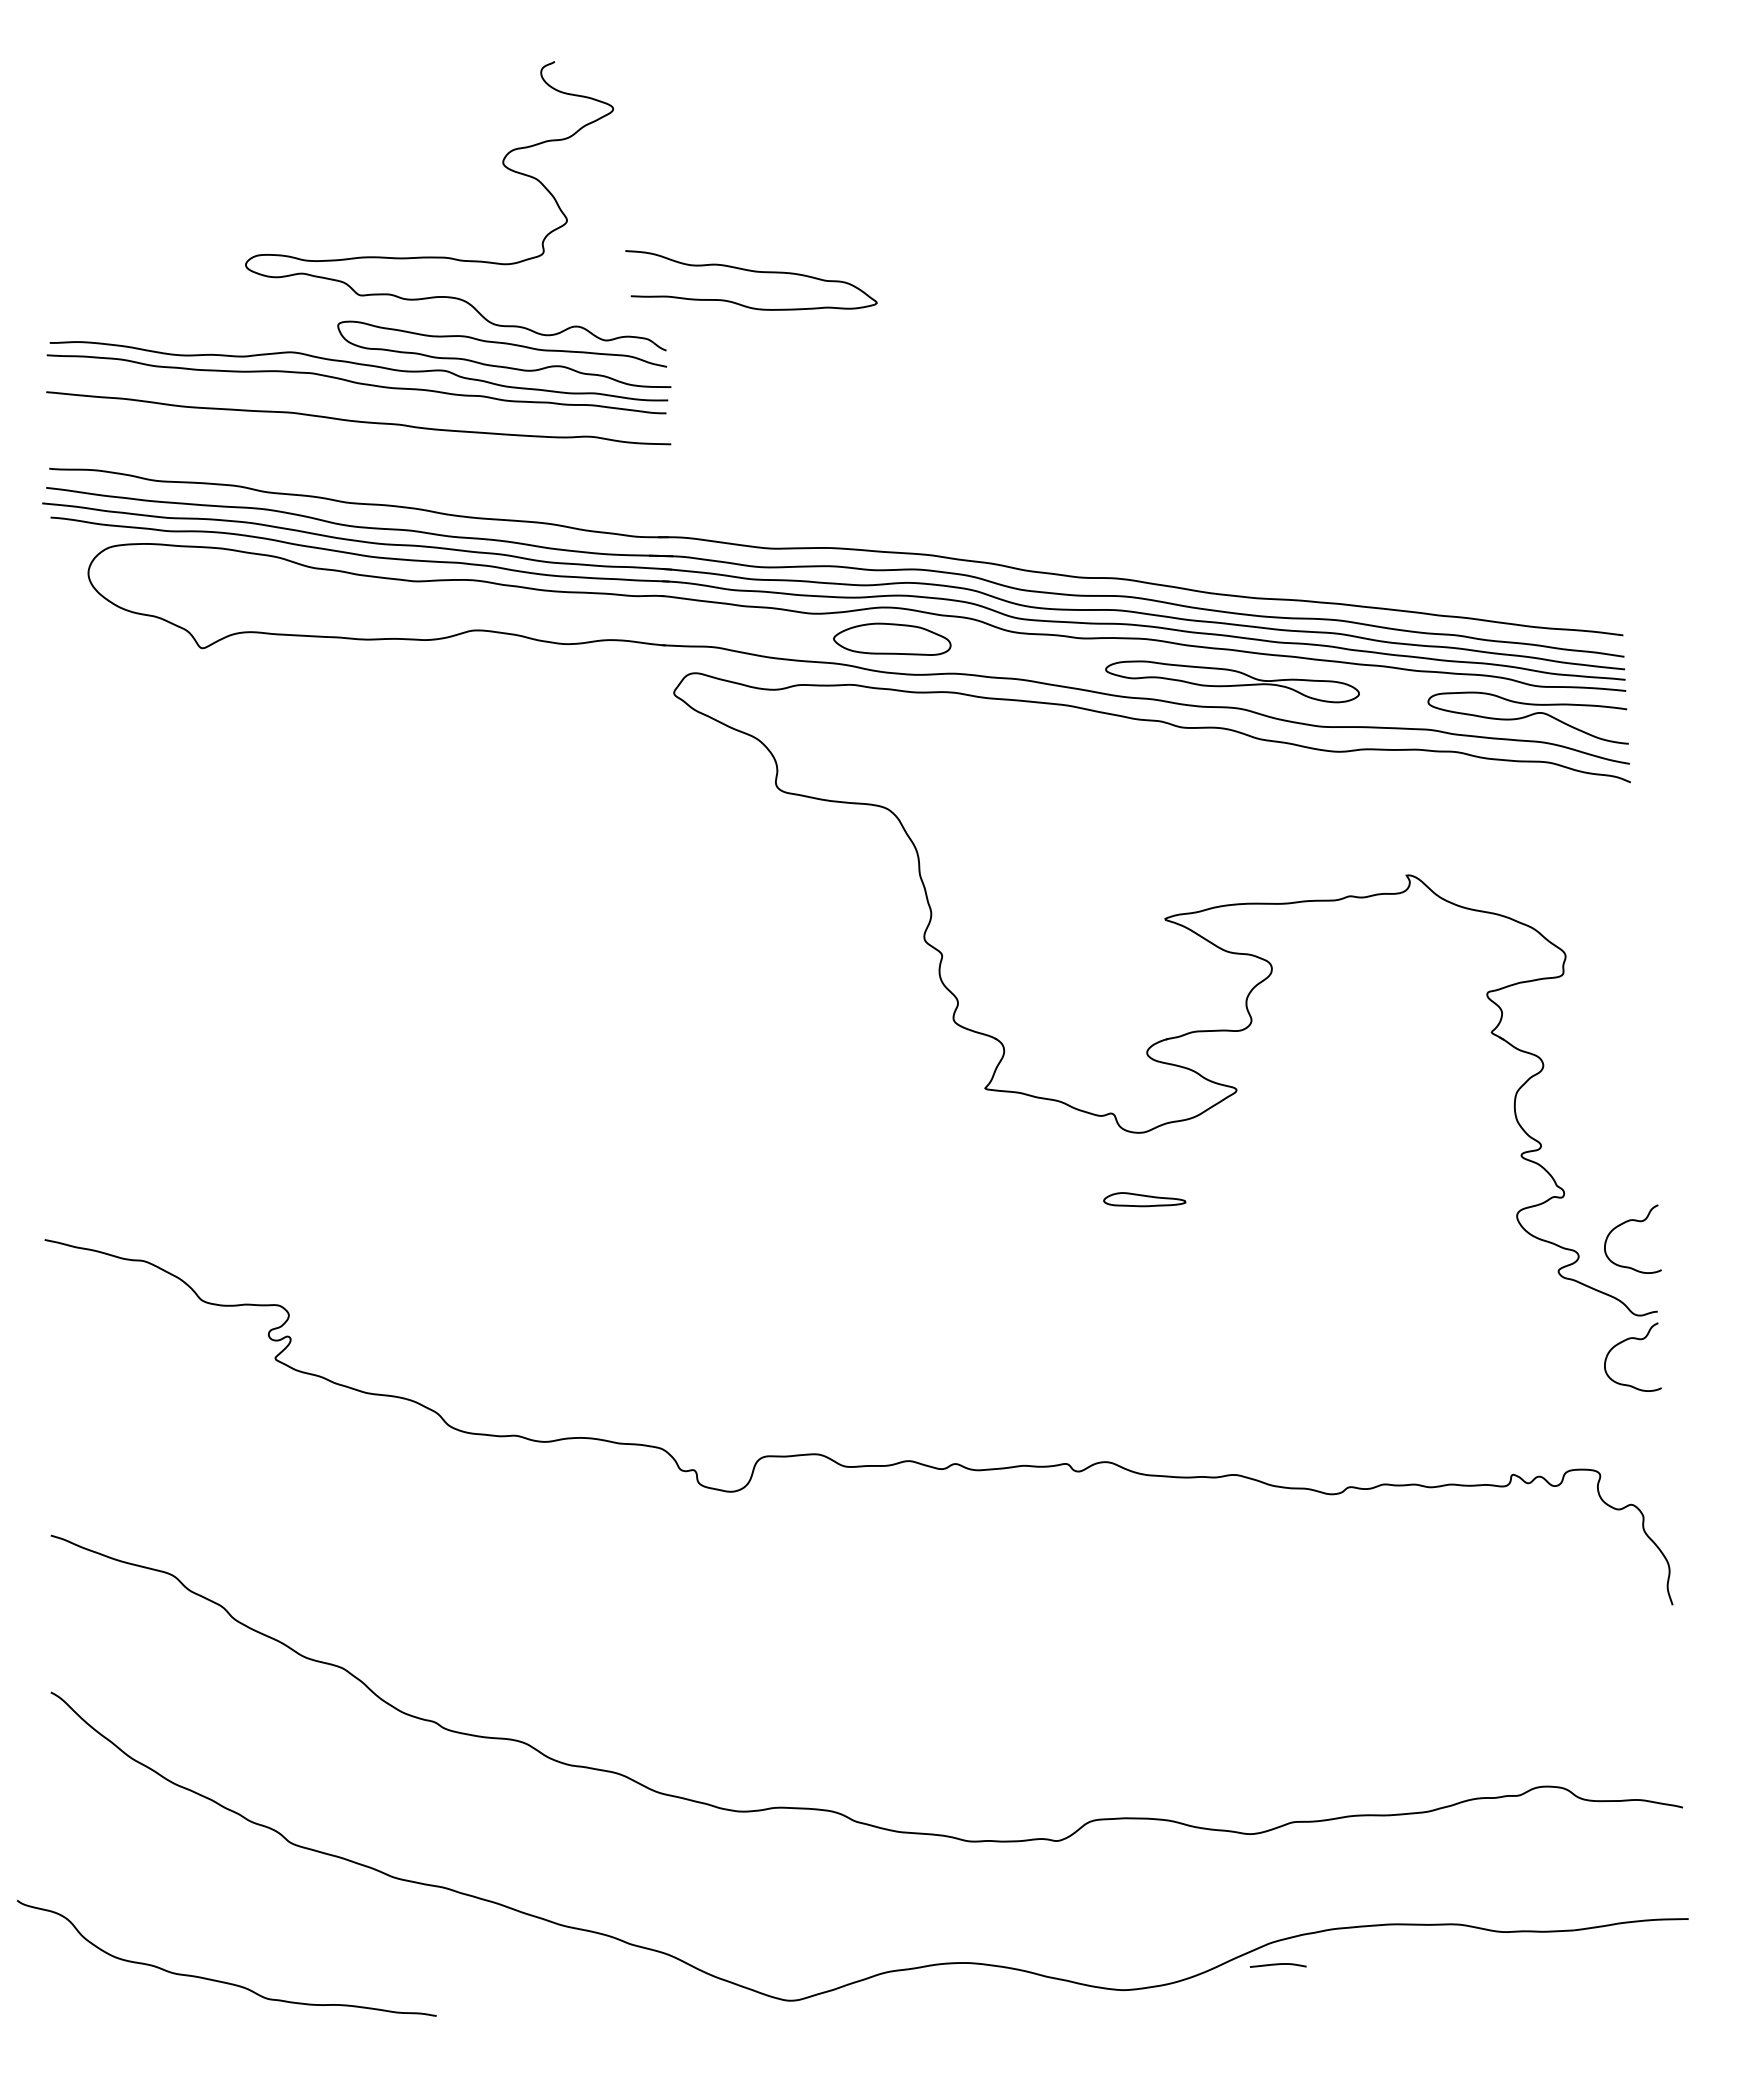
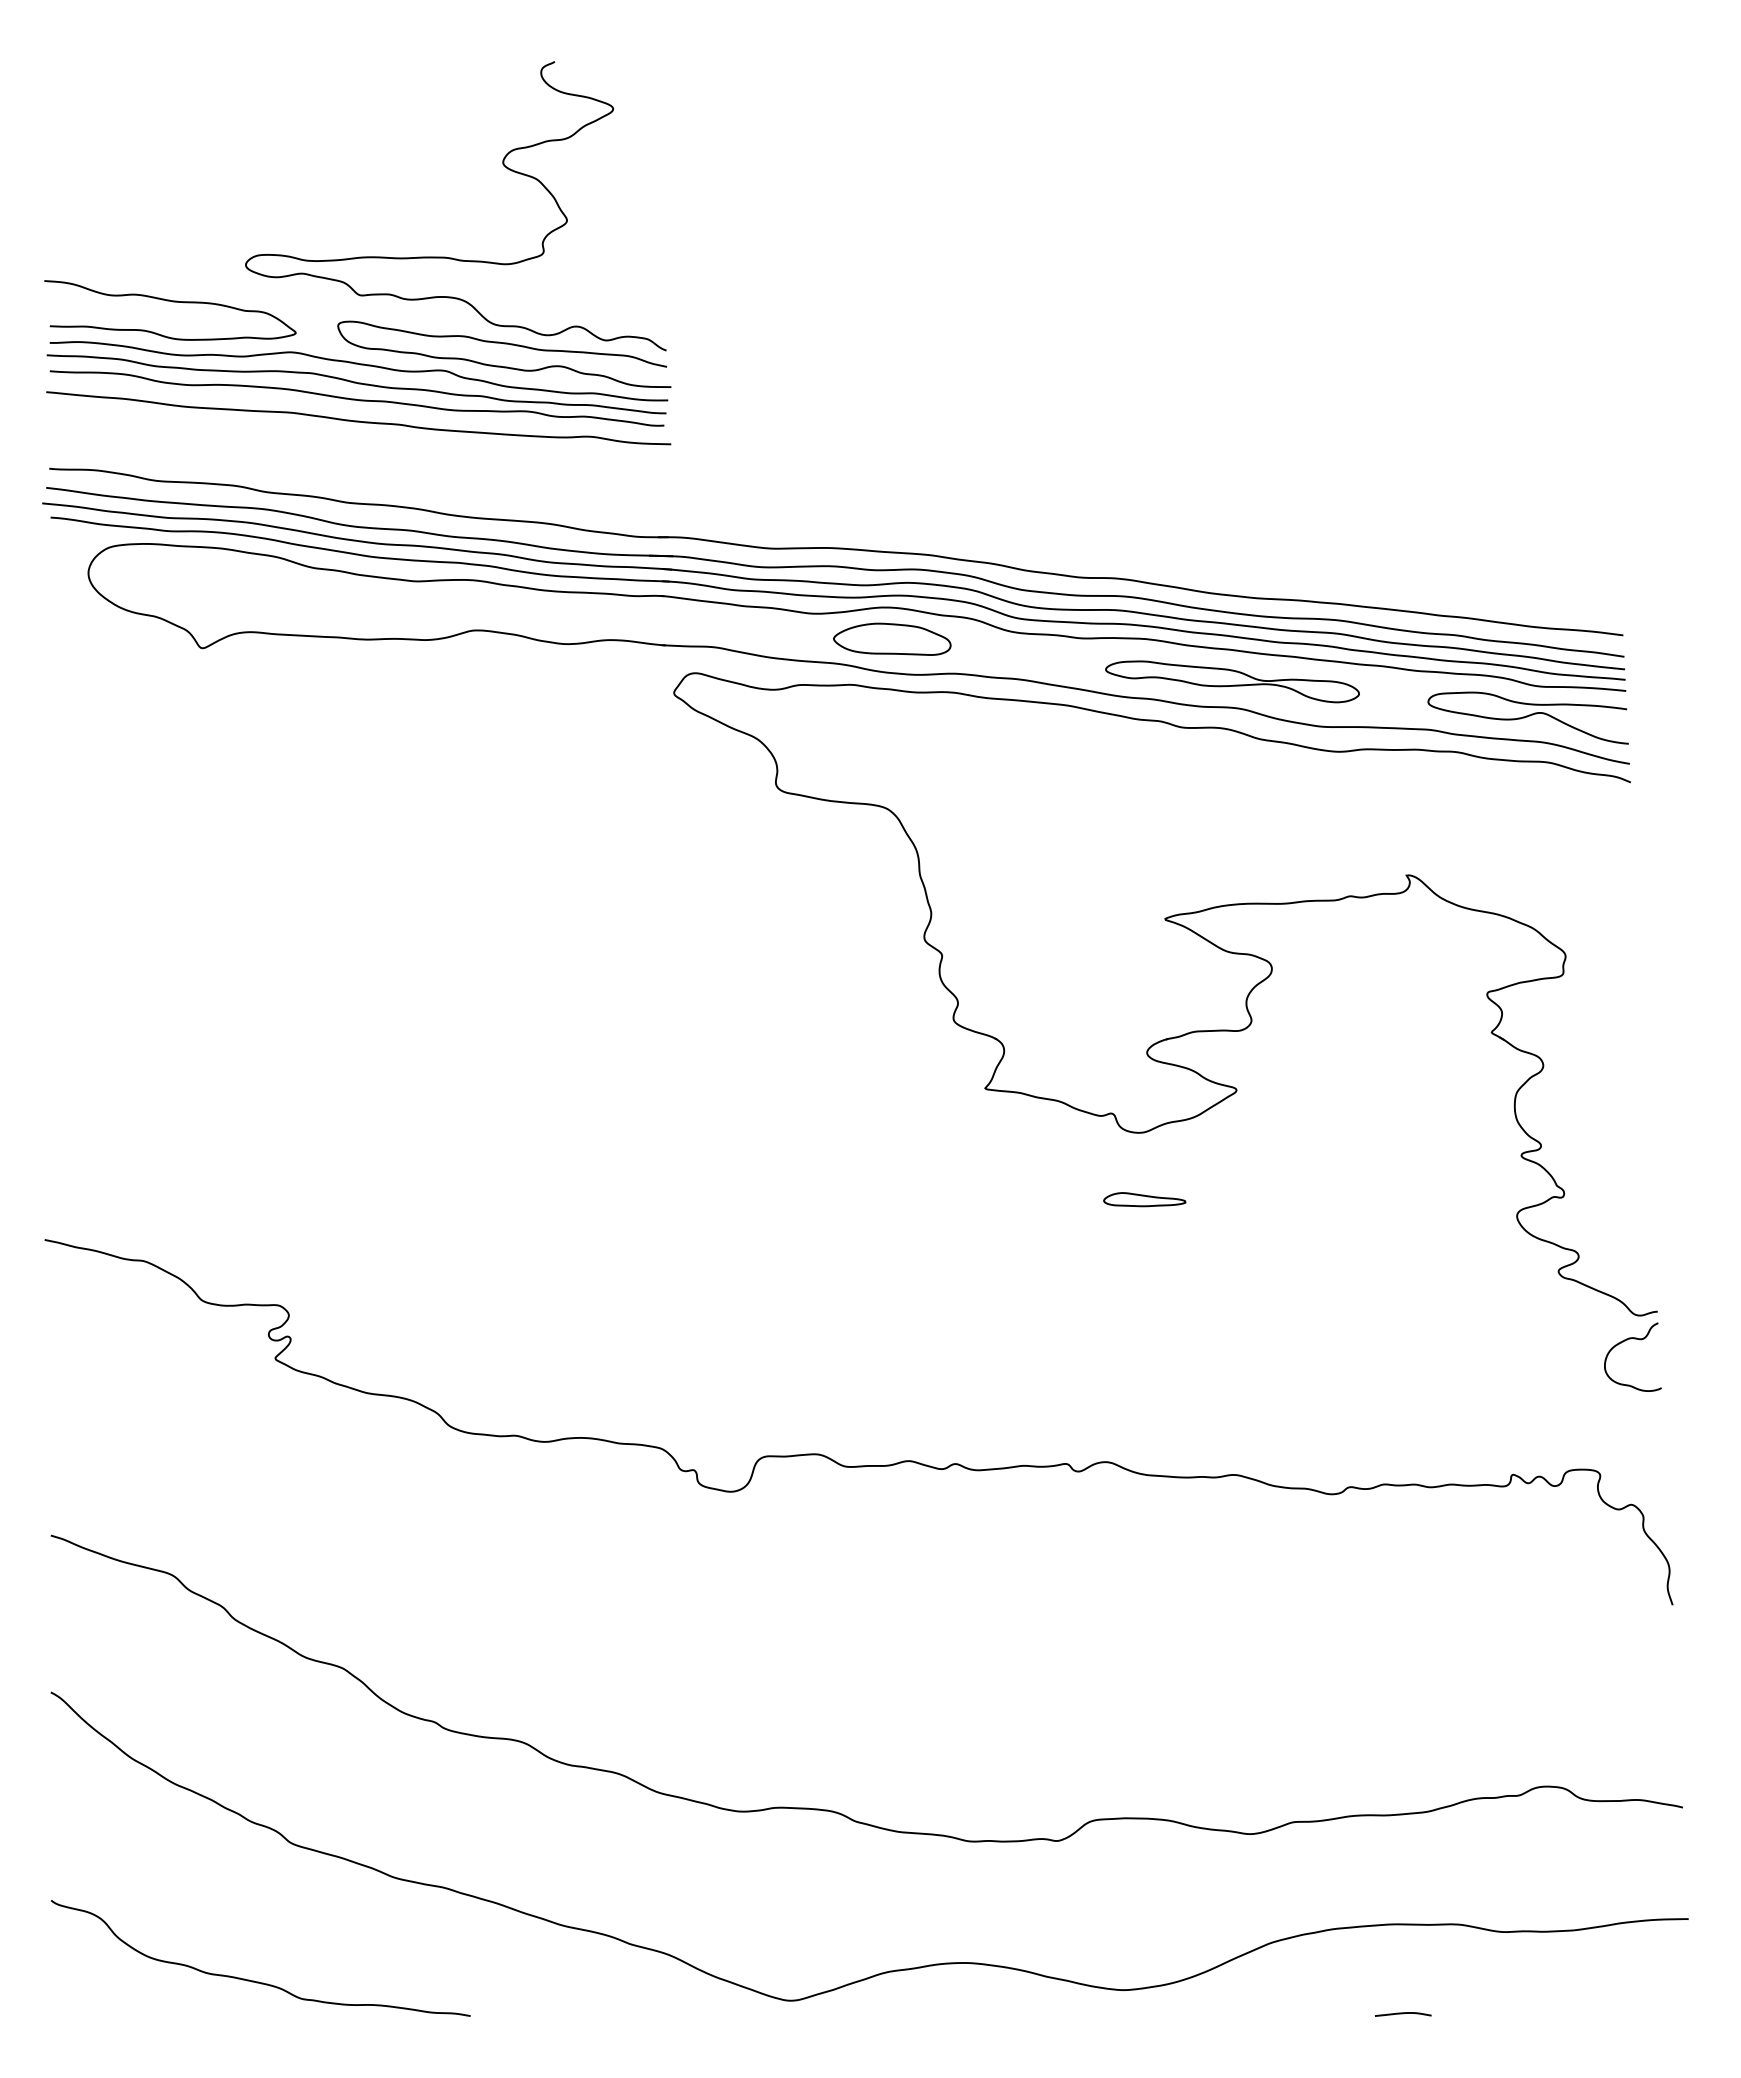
curve at (753, 272) position: (753, 272) -> (172, 302)
curve at (355, 398): none -> present
part at (1625, 1223): present -> none
curve at (1278, 1965) position: (1278, 1965) -> (1403, 2014)
curve at (220, 1980) position: (220, 1980) -> (254, 1980)
